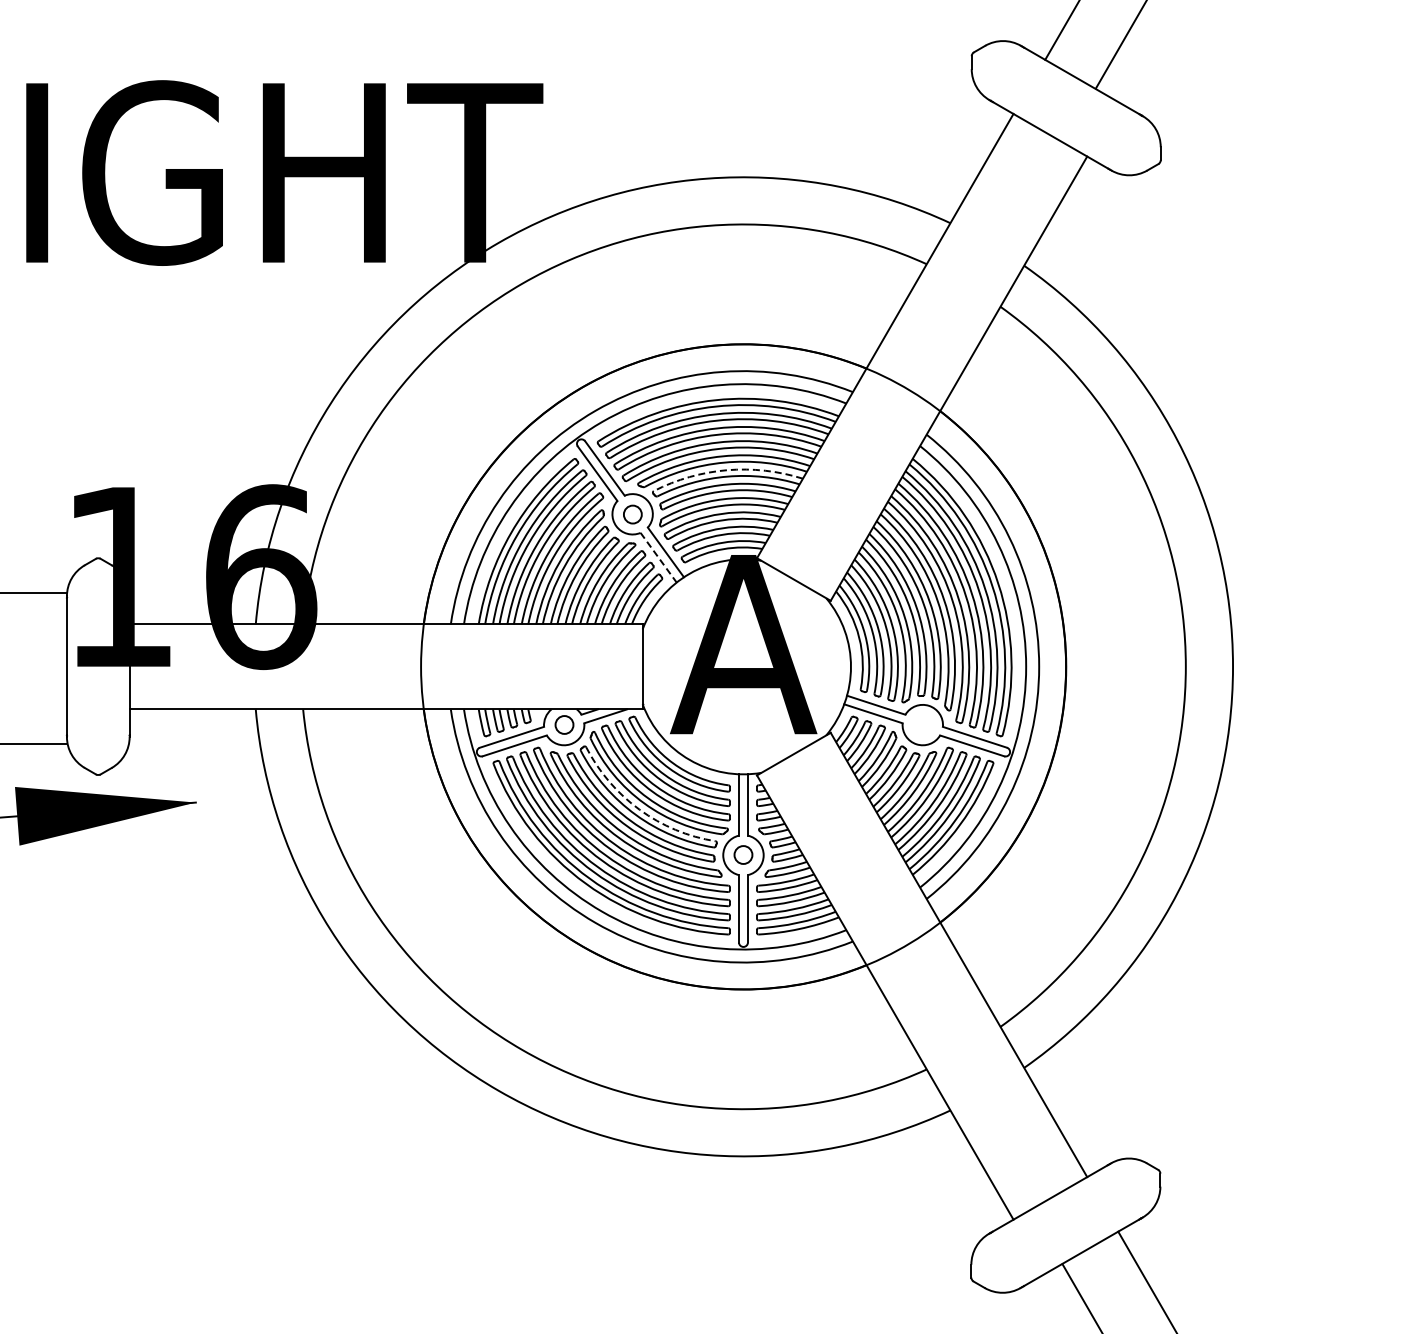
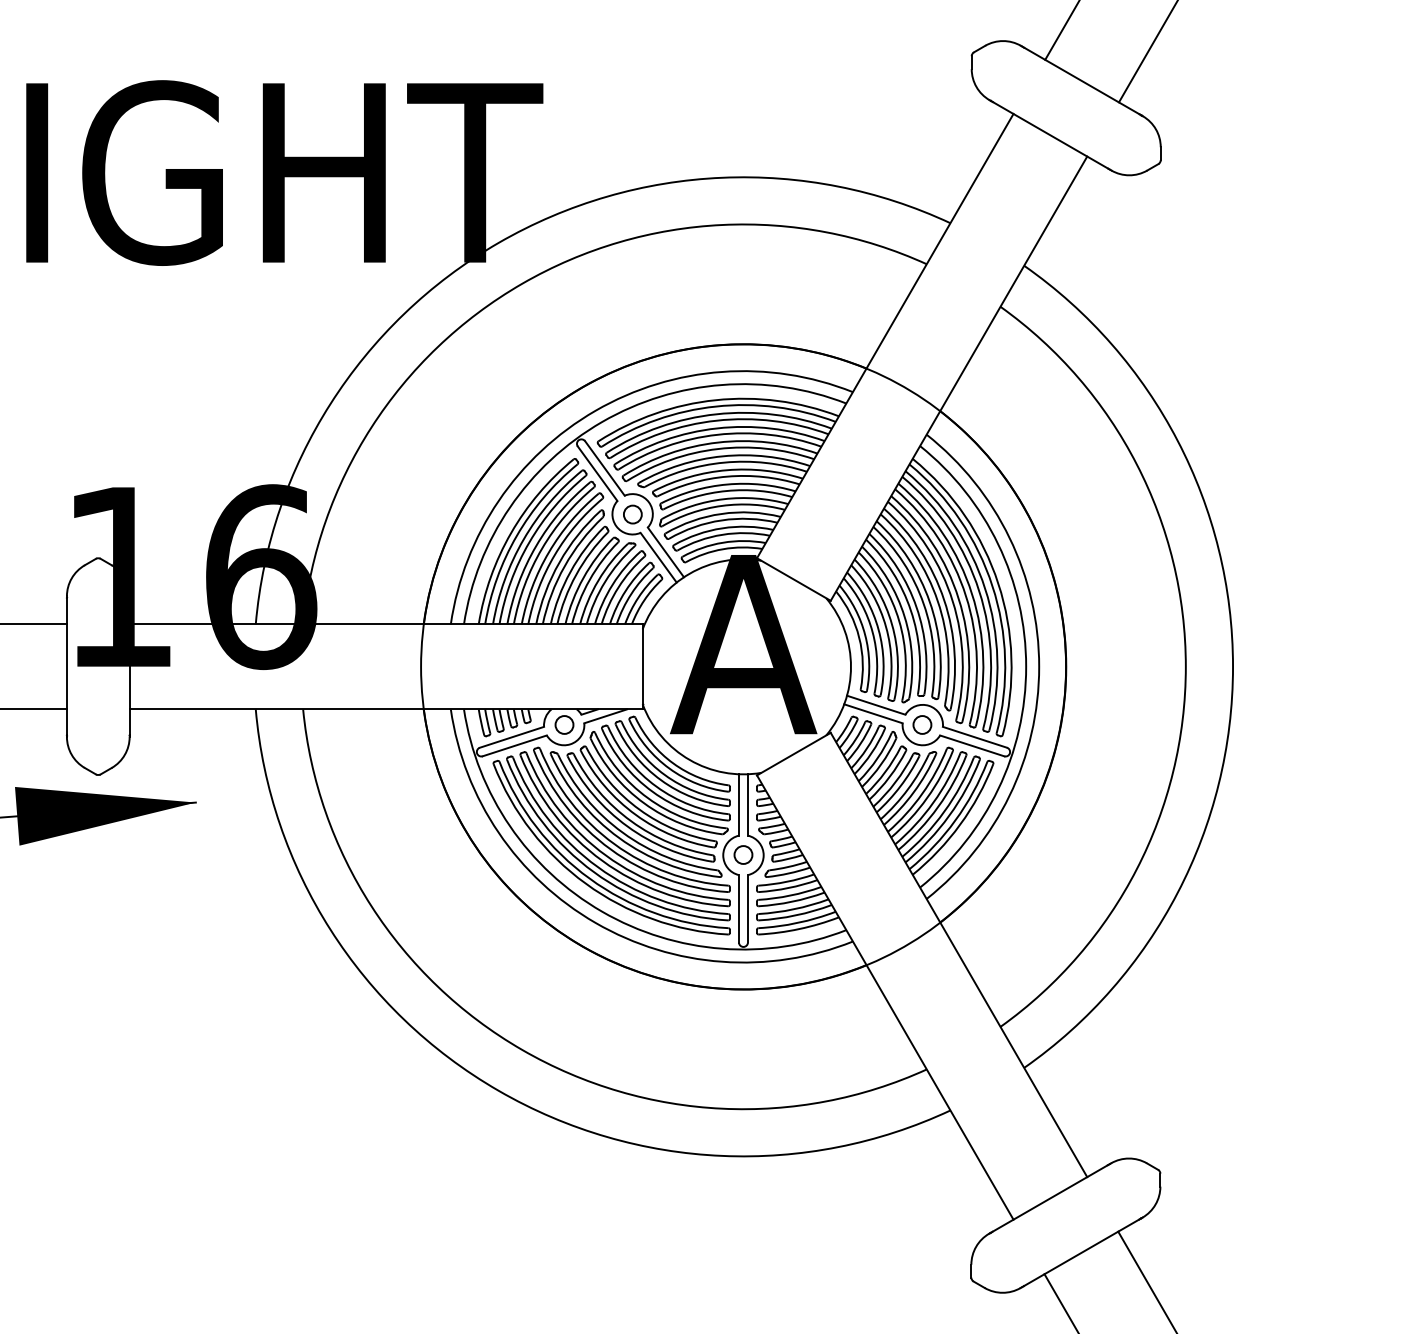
line at (1120, 45) position: (1120, 45) -> (1147, 52)
arc at (727, 470): dashed -> solid
line at (658, 557): dashed -> solid
line at (34, 593) position: (34, 593) -> (34, 624)
circle at (922, 724): none -> present
line at (34, 744) position: (34, 744) -> (34, 709)
arc at (639, 809): dashed -> solid
line at (1081, 1297) position: (1081, 1297) -> (1060, 1302)
